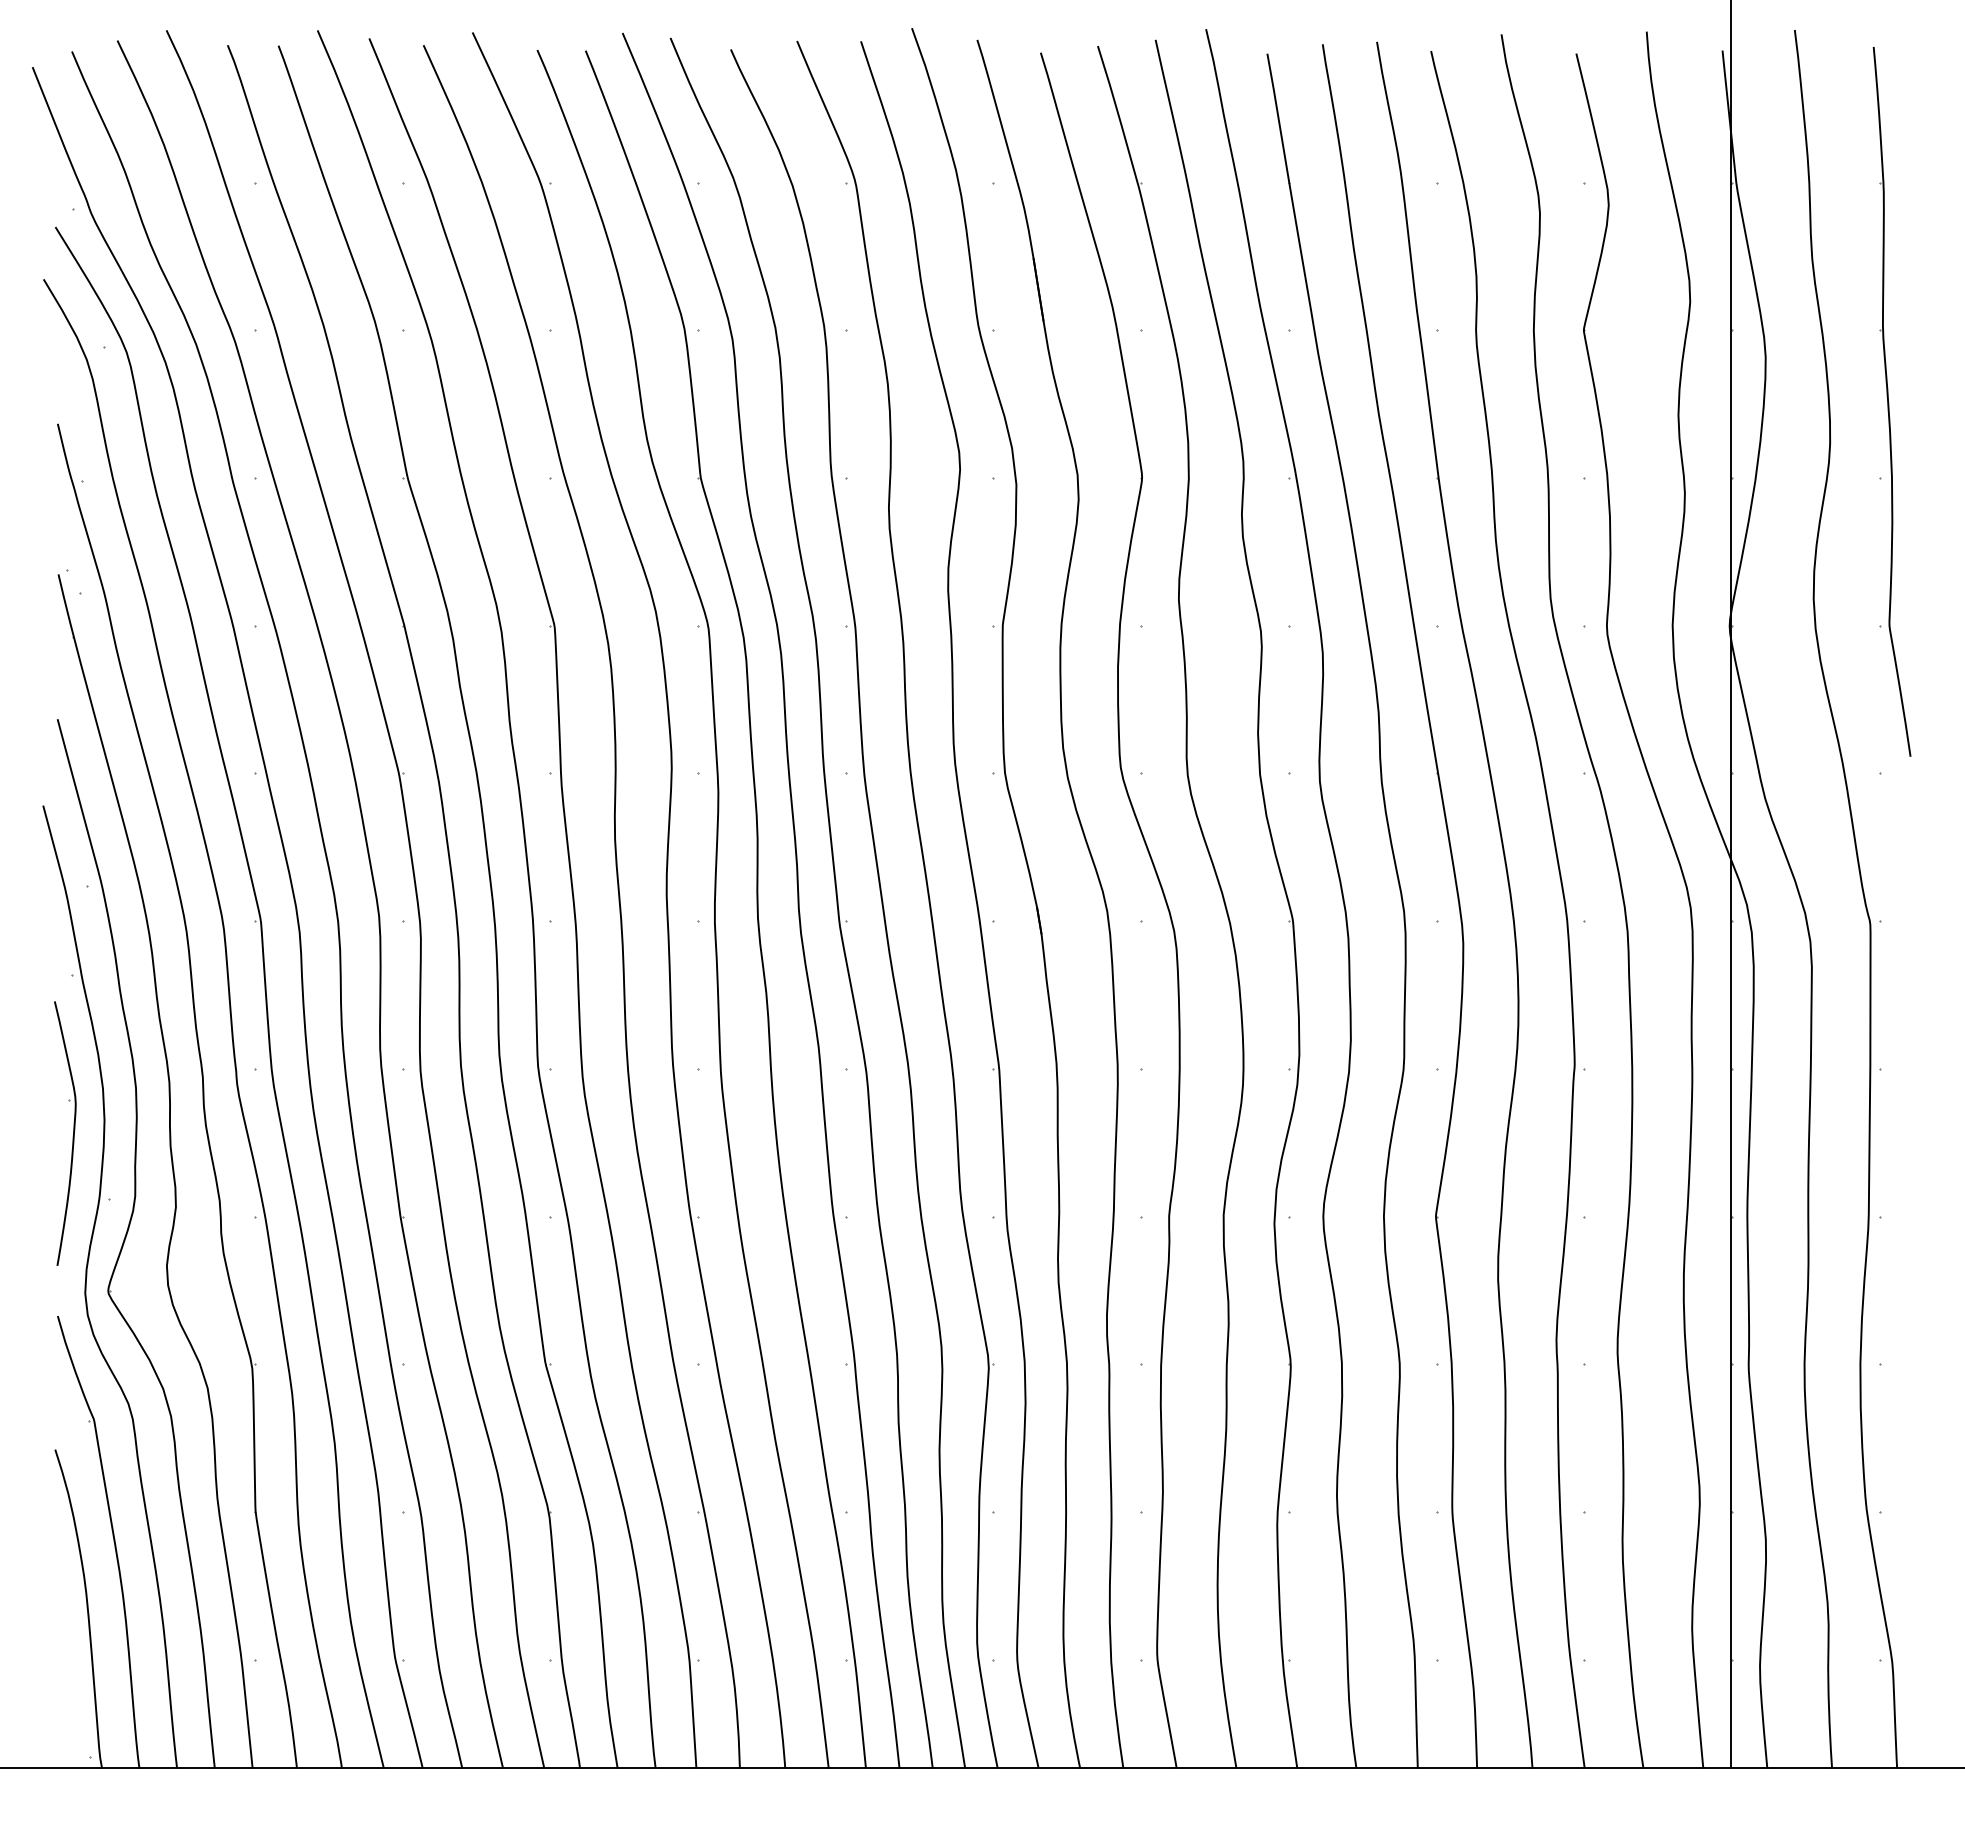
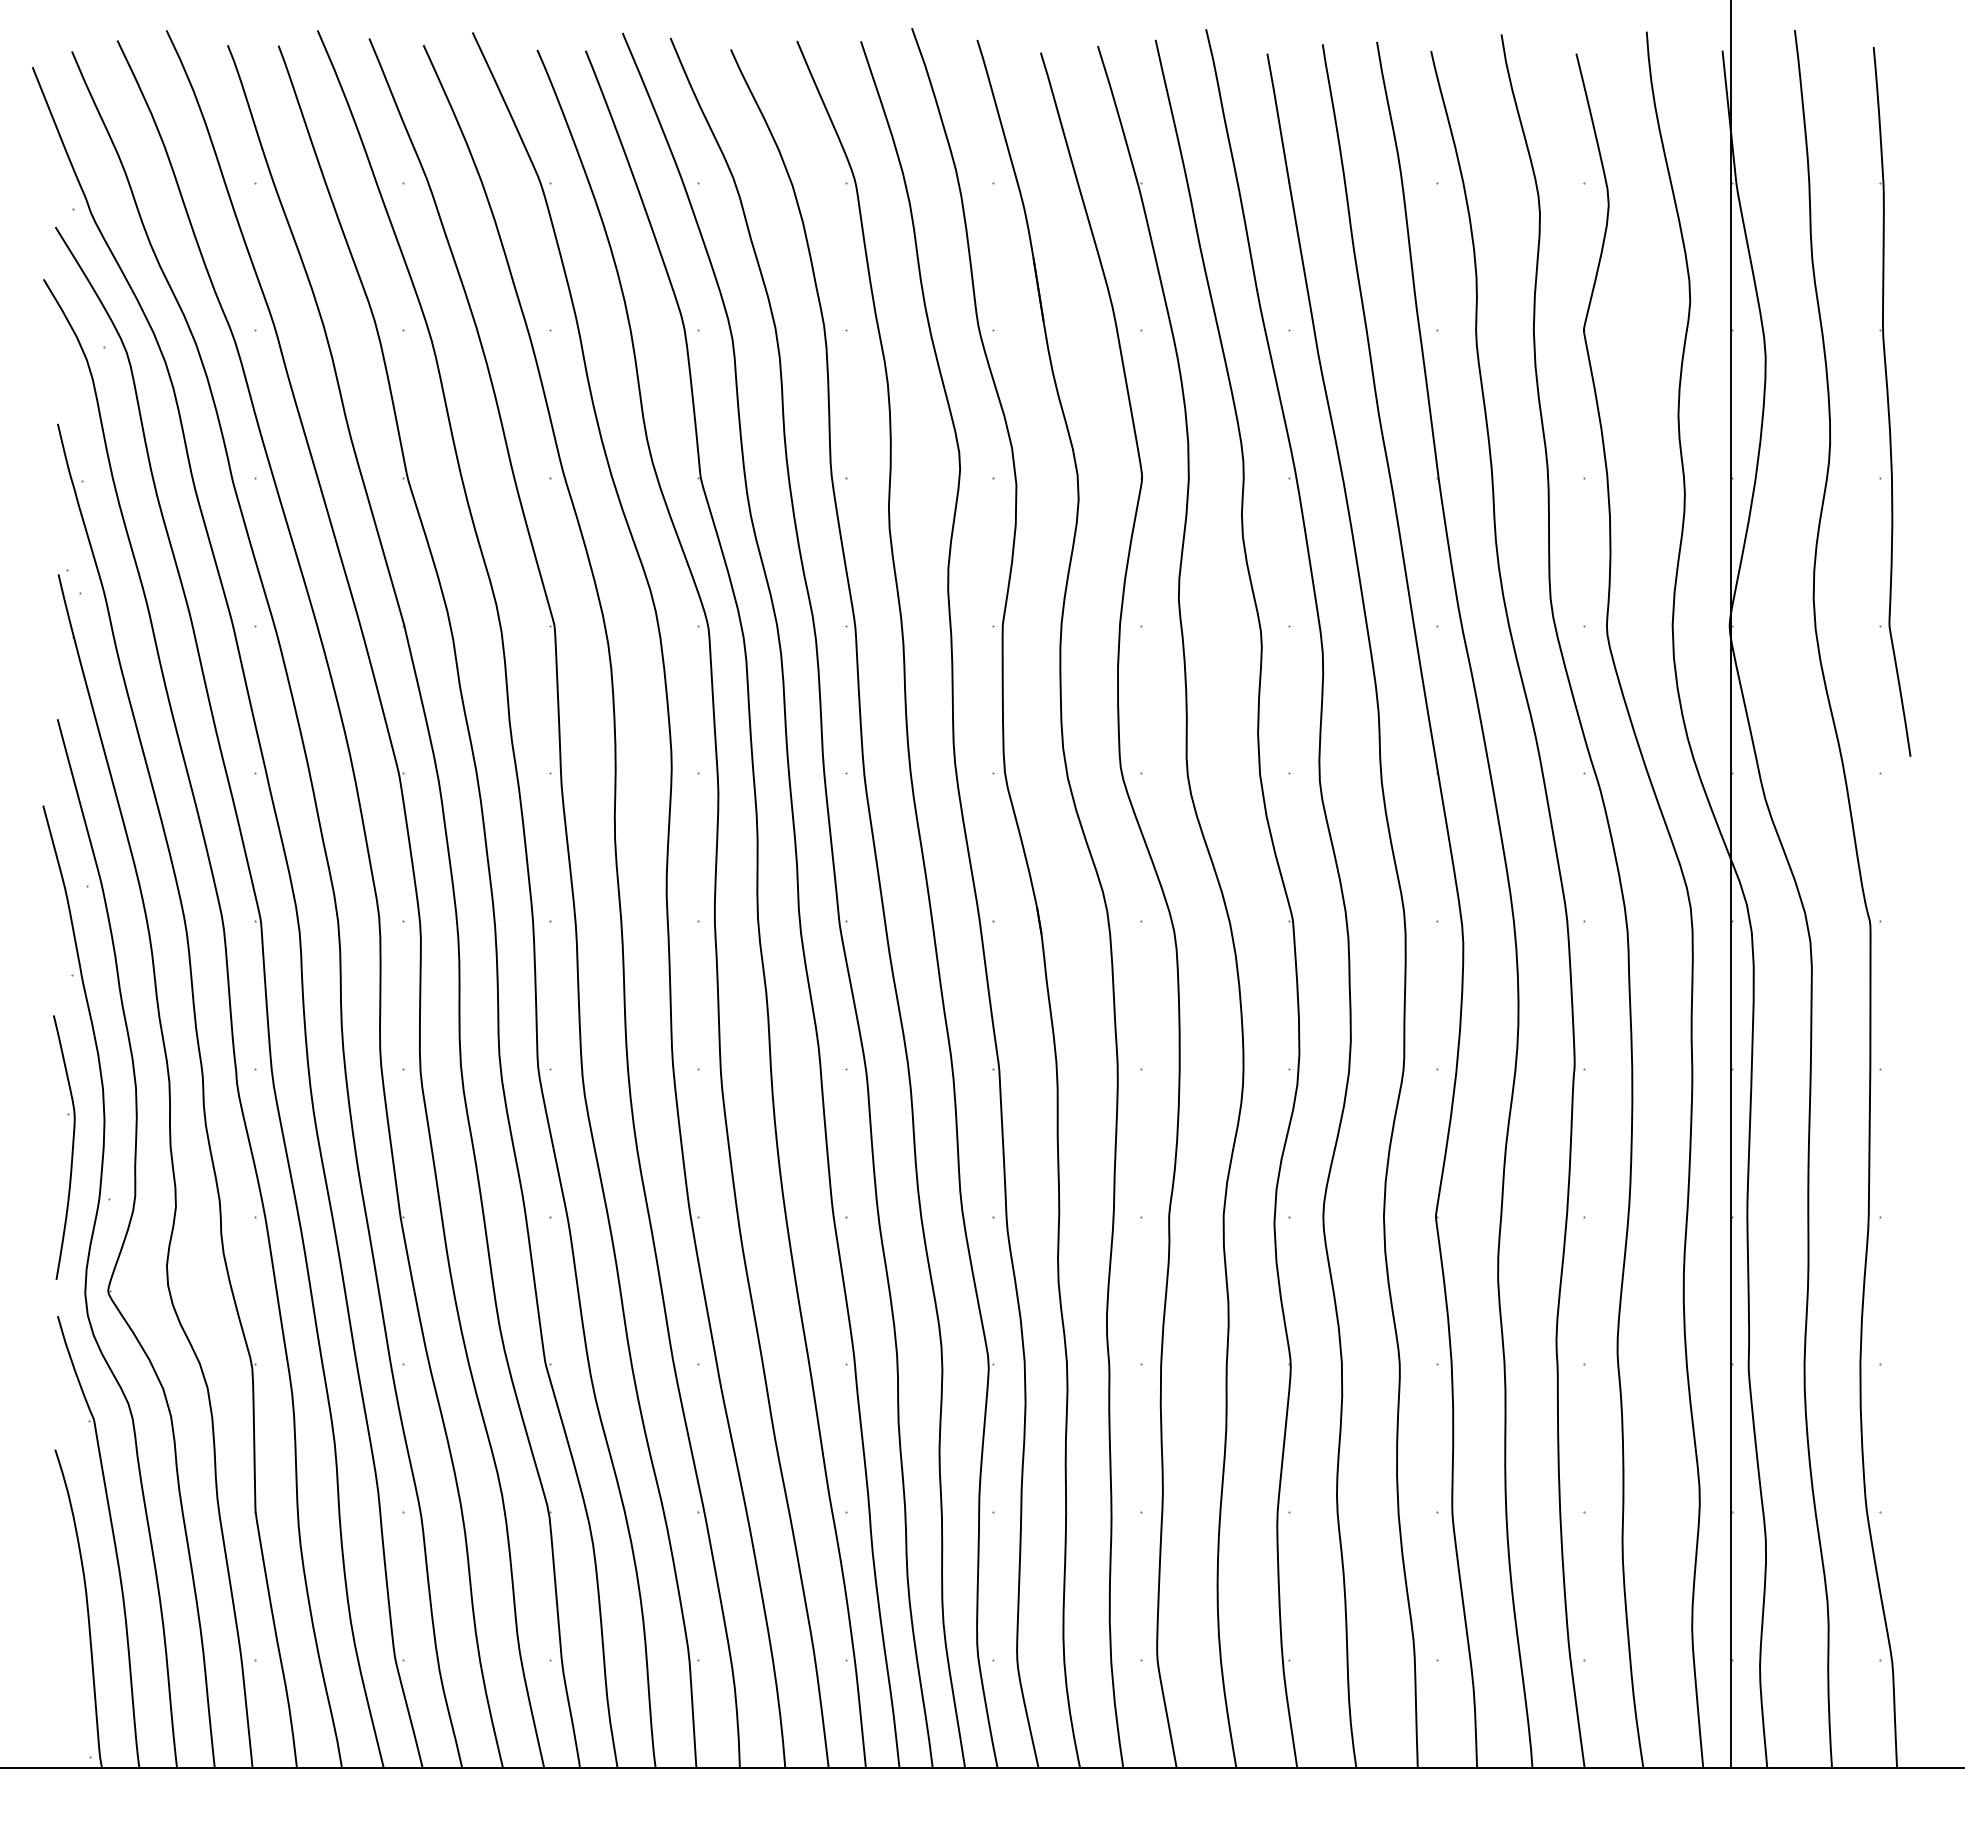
part at (72, 1136) position: (72, 1136) -> (71, 1150)
